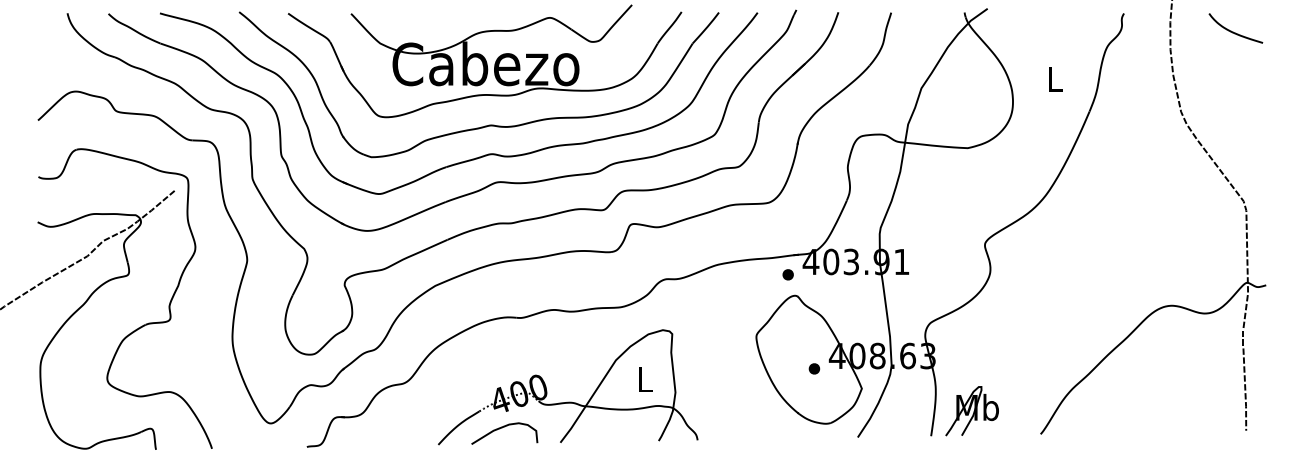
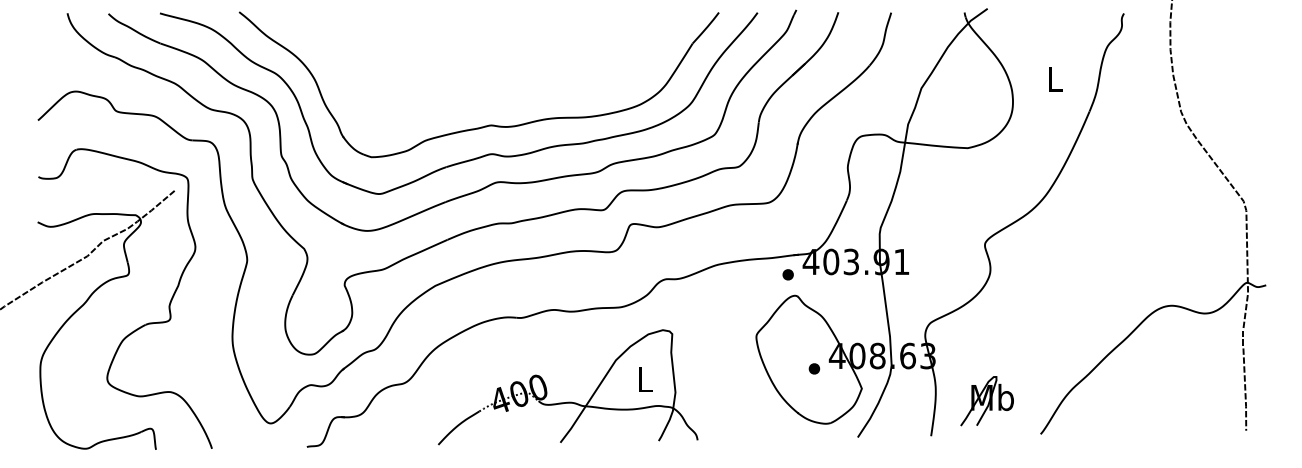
curve at (1233, 31): present -> none
part at (484, 61): present -> none
part at (971, 411) position: (971, 411) -> (986, 401)
curve at (502, 428): present -> none
